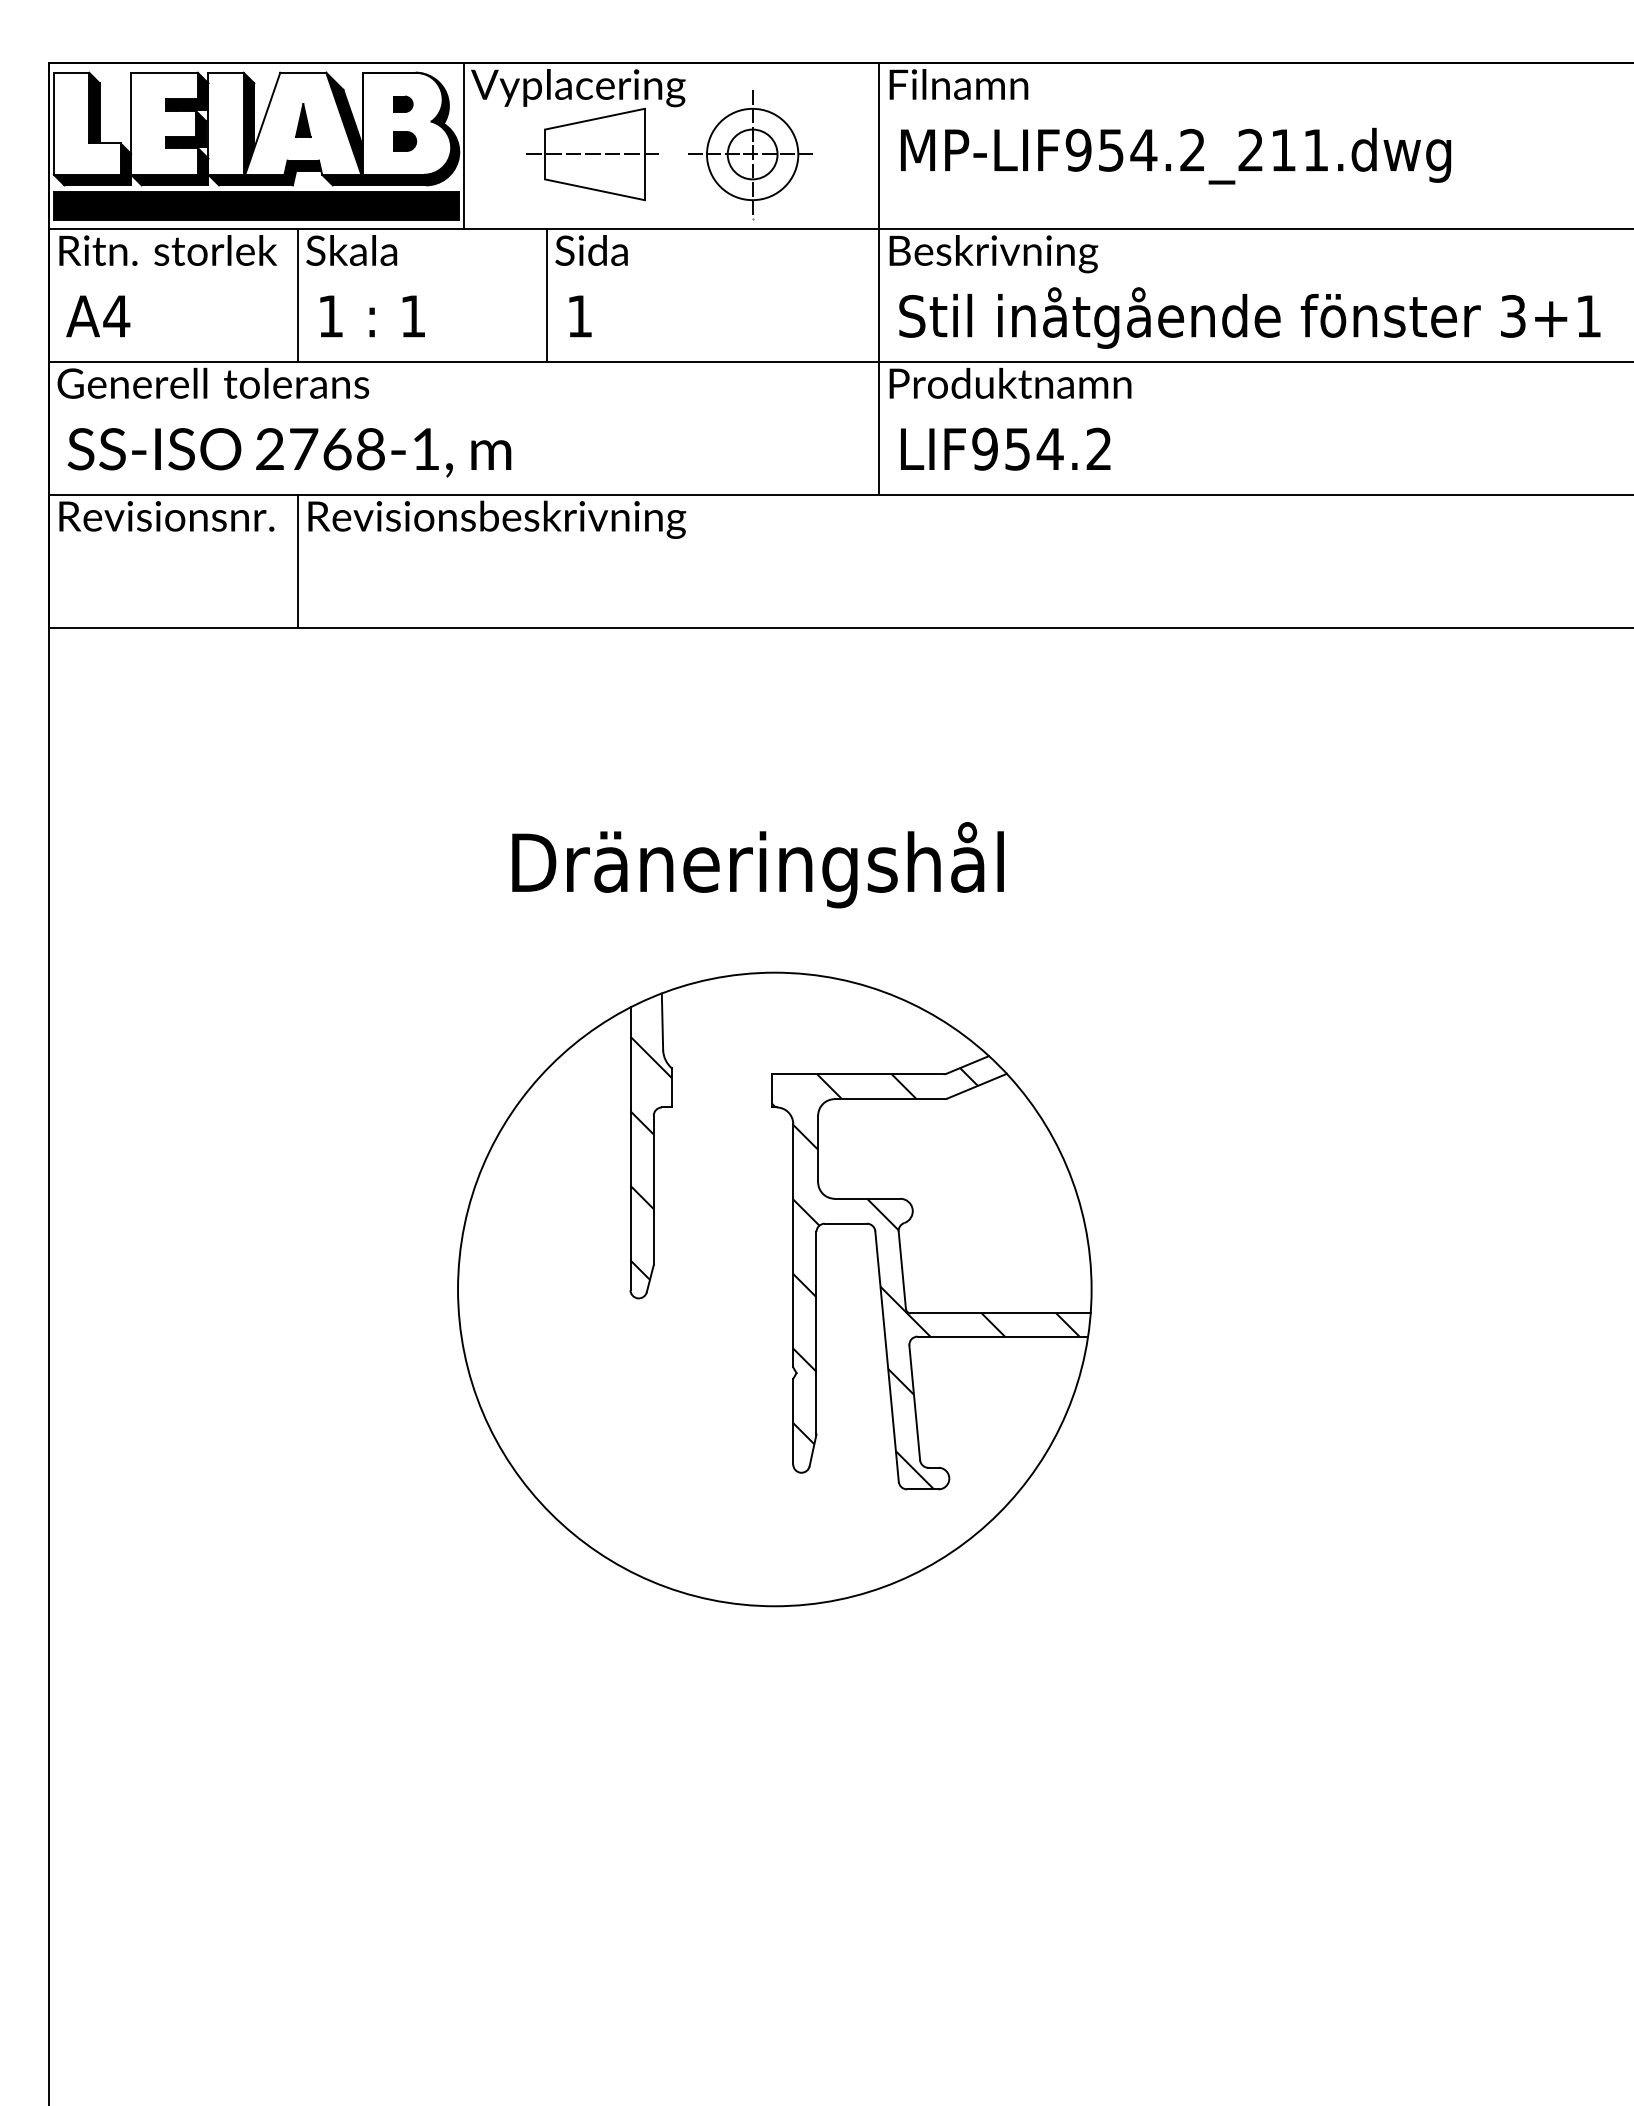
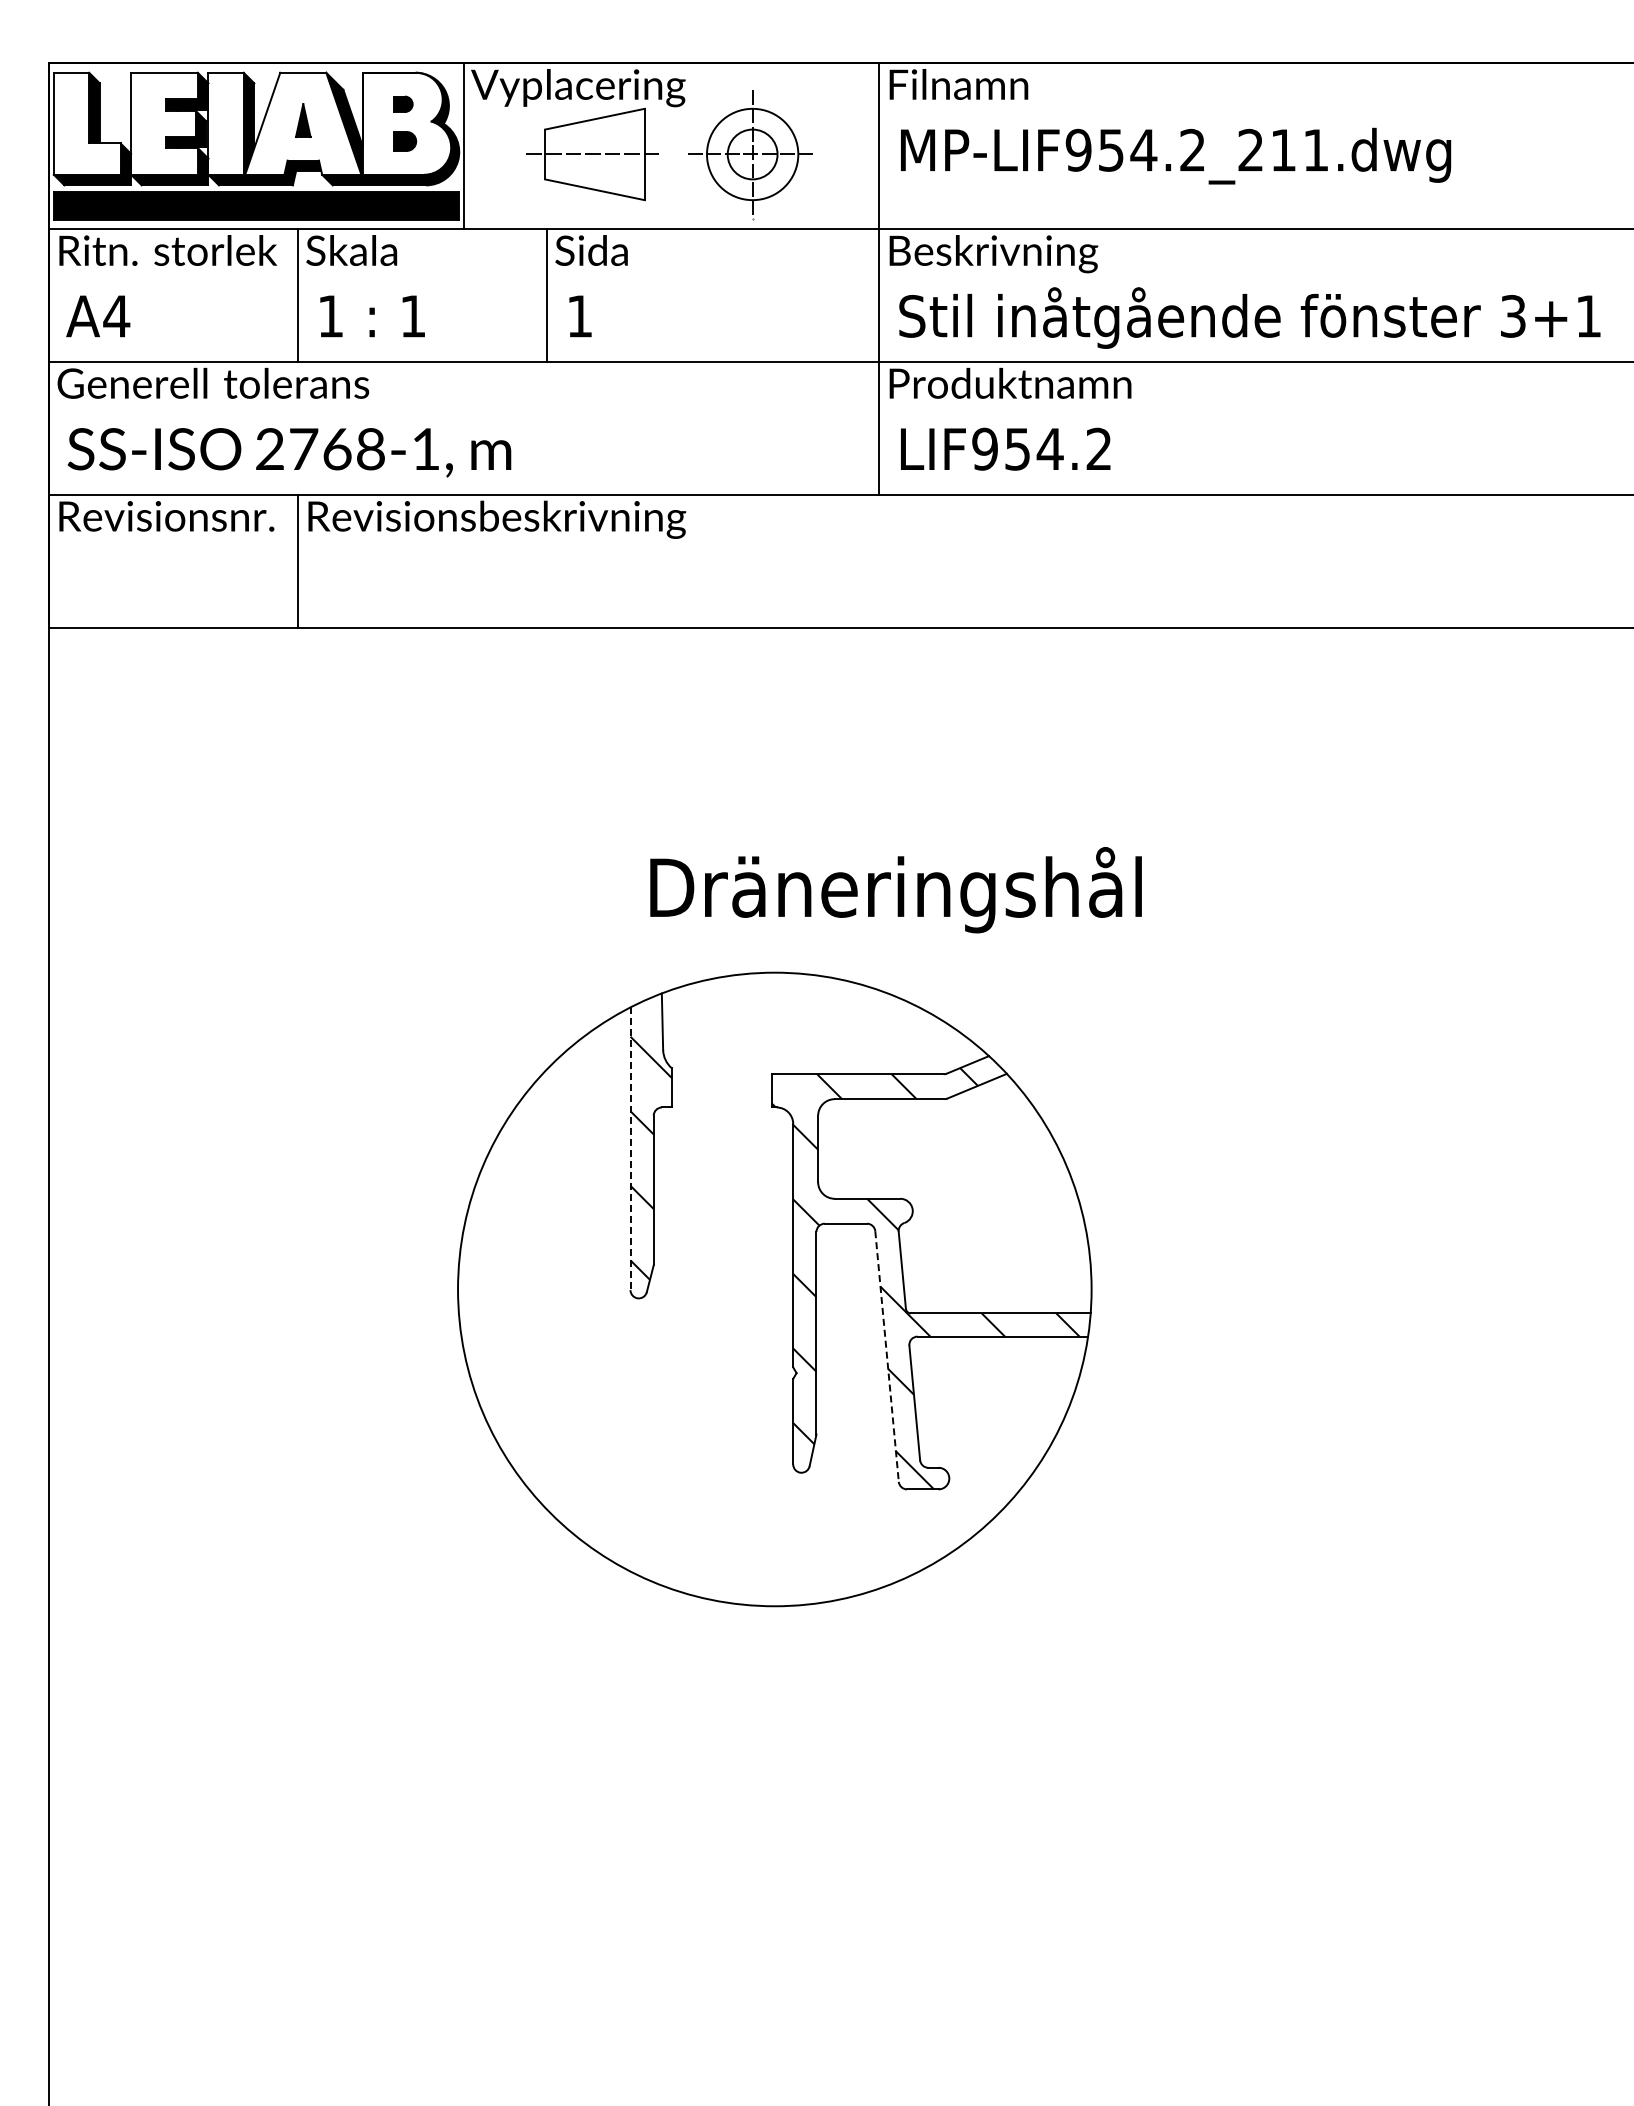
text at (757, 865) position: (757, 865) -> (895, 890)
line at (630, 1149): solid -> dashed
line at (887, 1356): solid -> dashed
